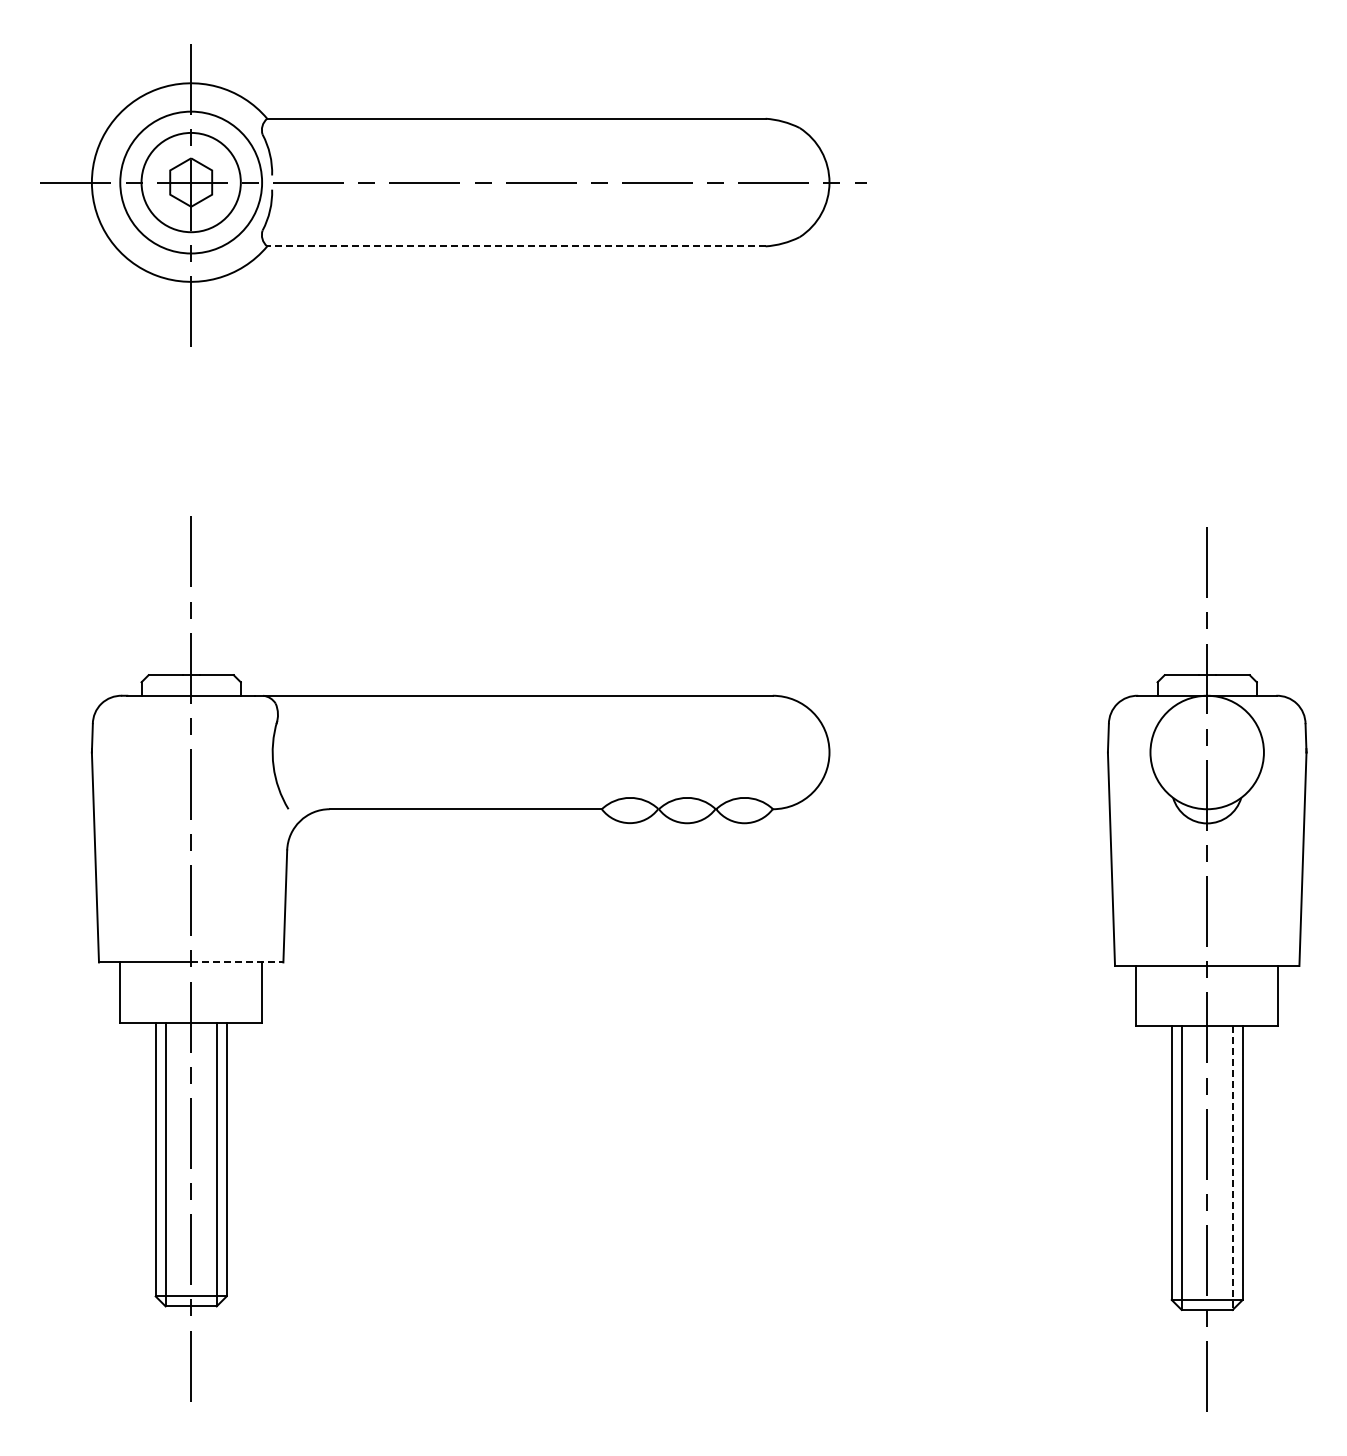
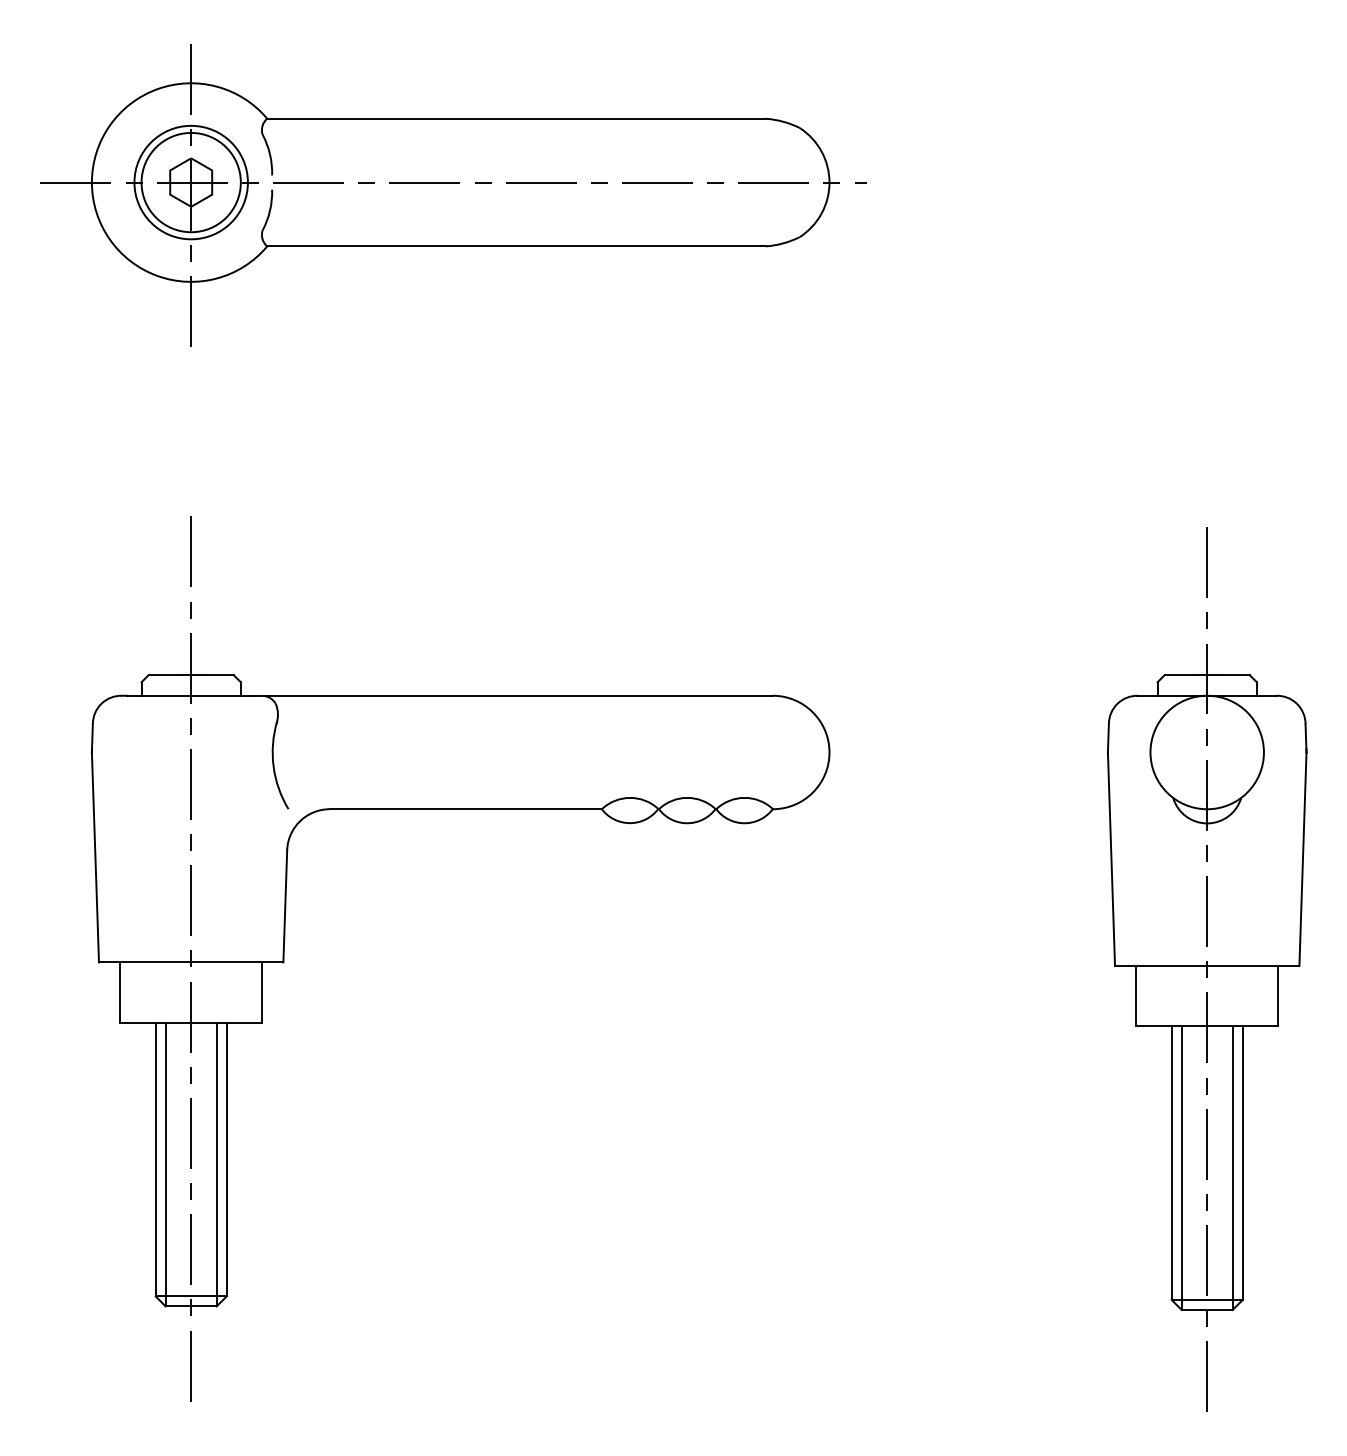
circle at (191, 182) diameter: 142 px -> 113 px
line at (515, 246): dashed -> solid
line at (237, 962): dashed -> solid
line at (1232, 1168): dashed -> solid
